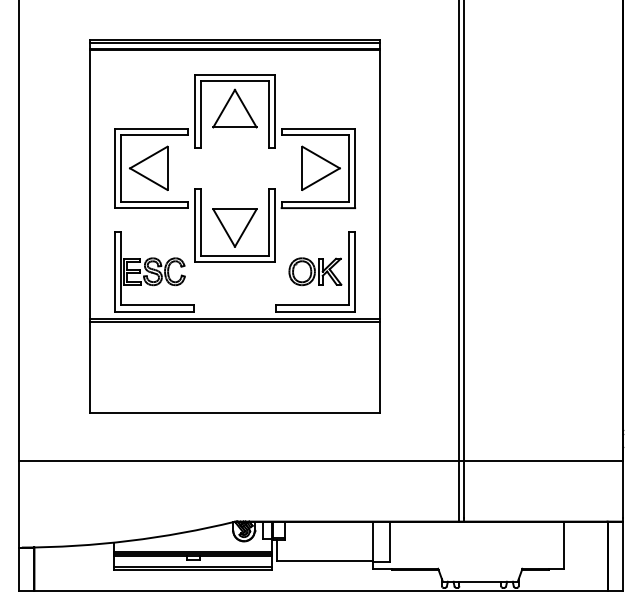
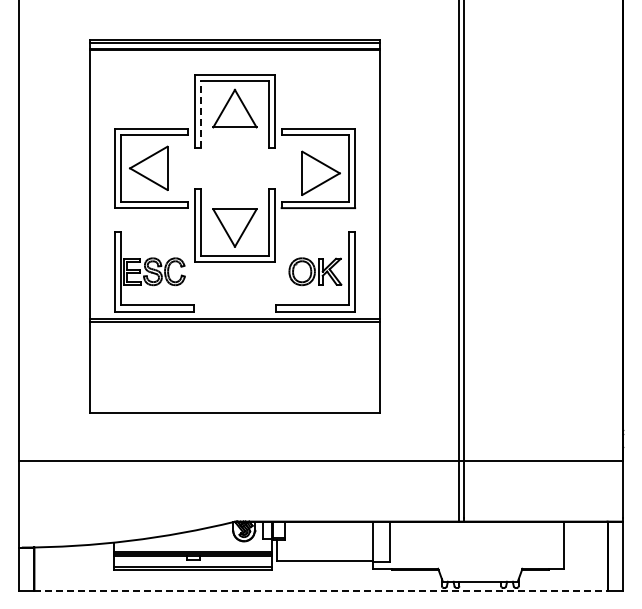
line at (201, 114): solid -> dashed
part at (320, 167) position: (320, 167) -> (320, 172)
line at (321, 590): solid -> dashed
